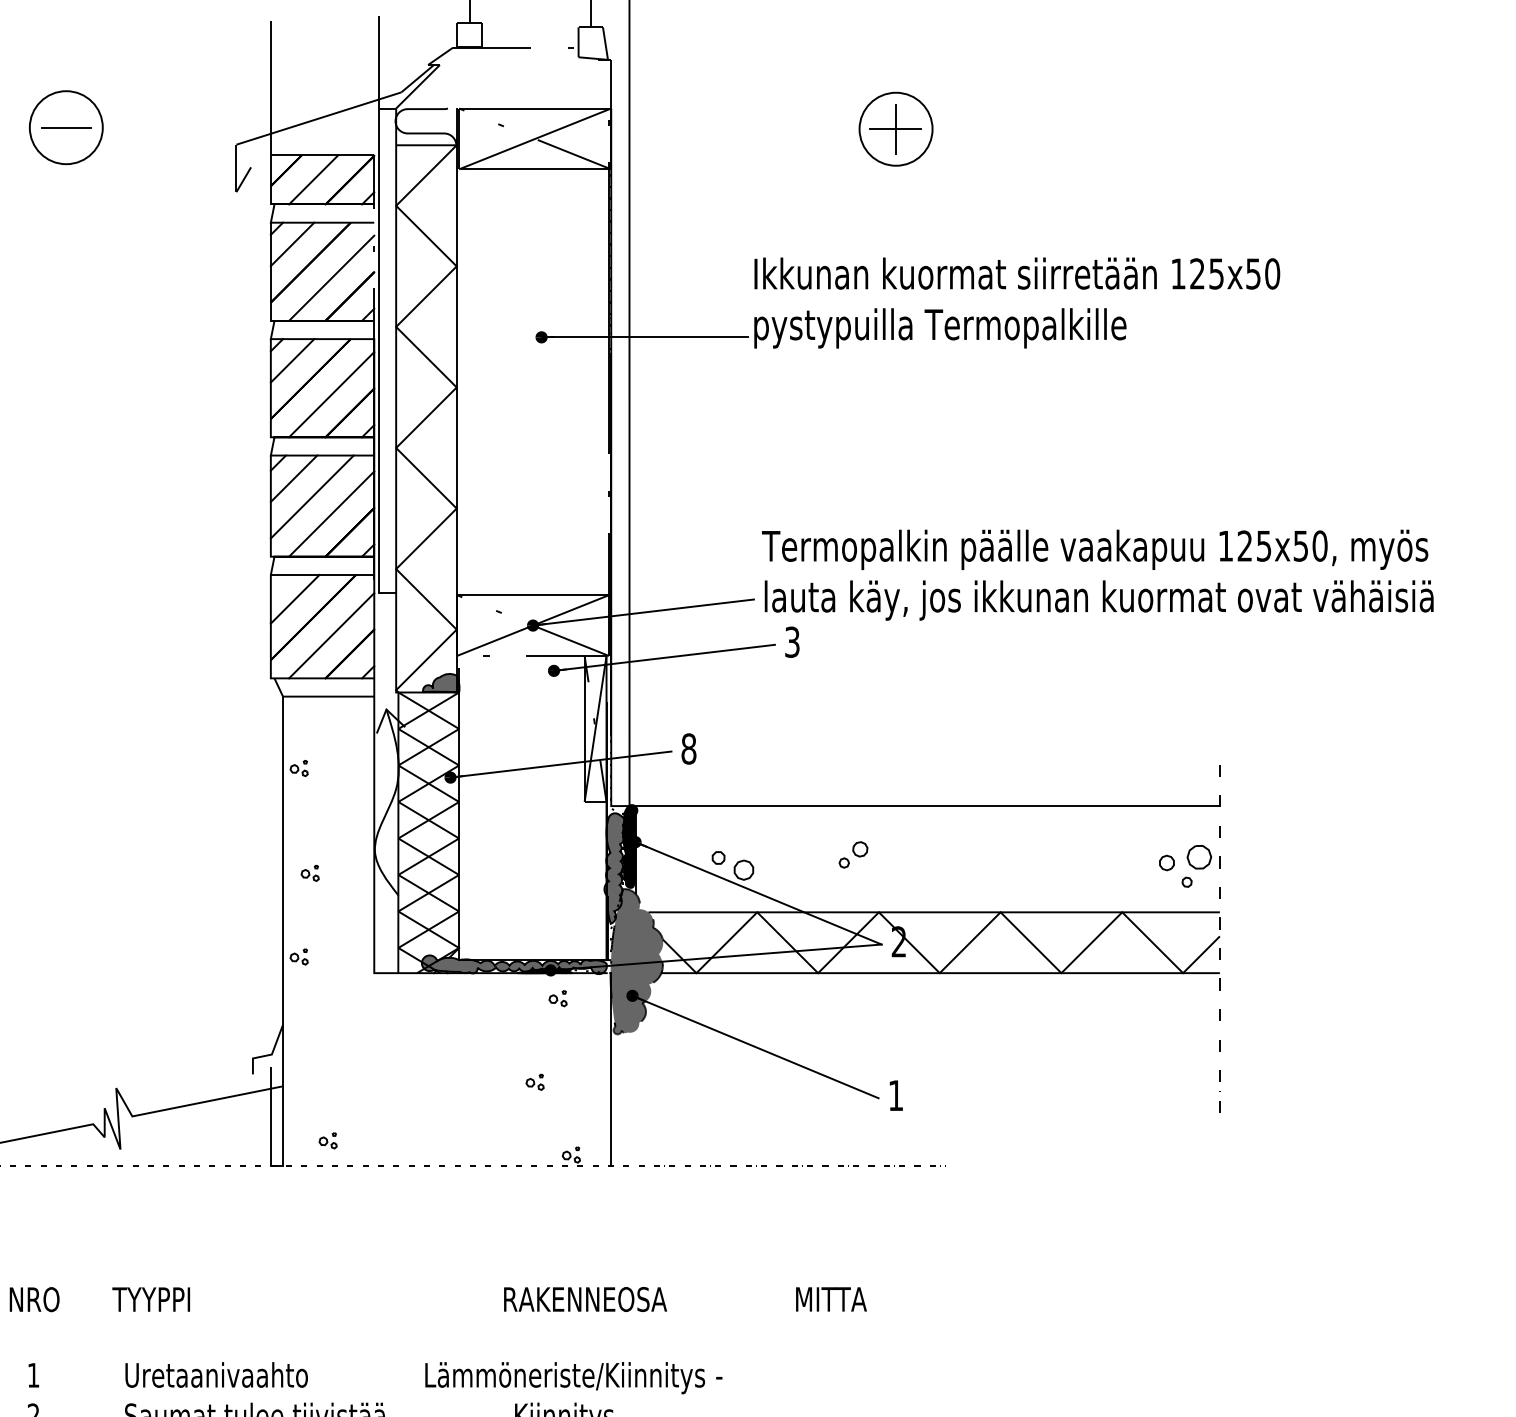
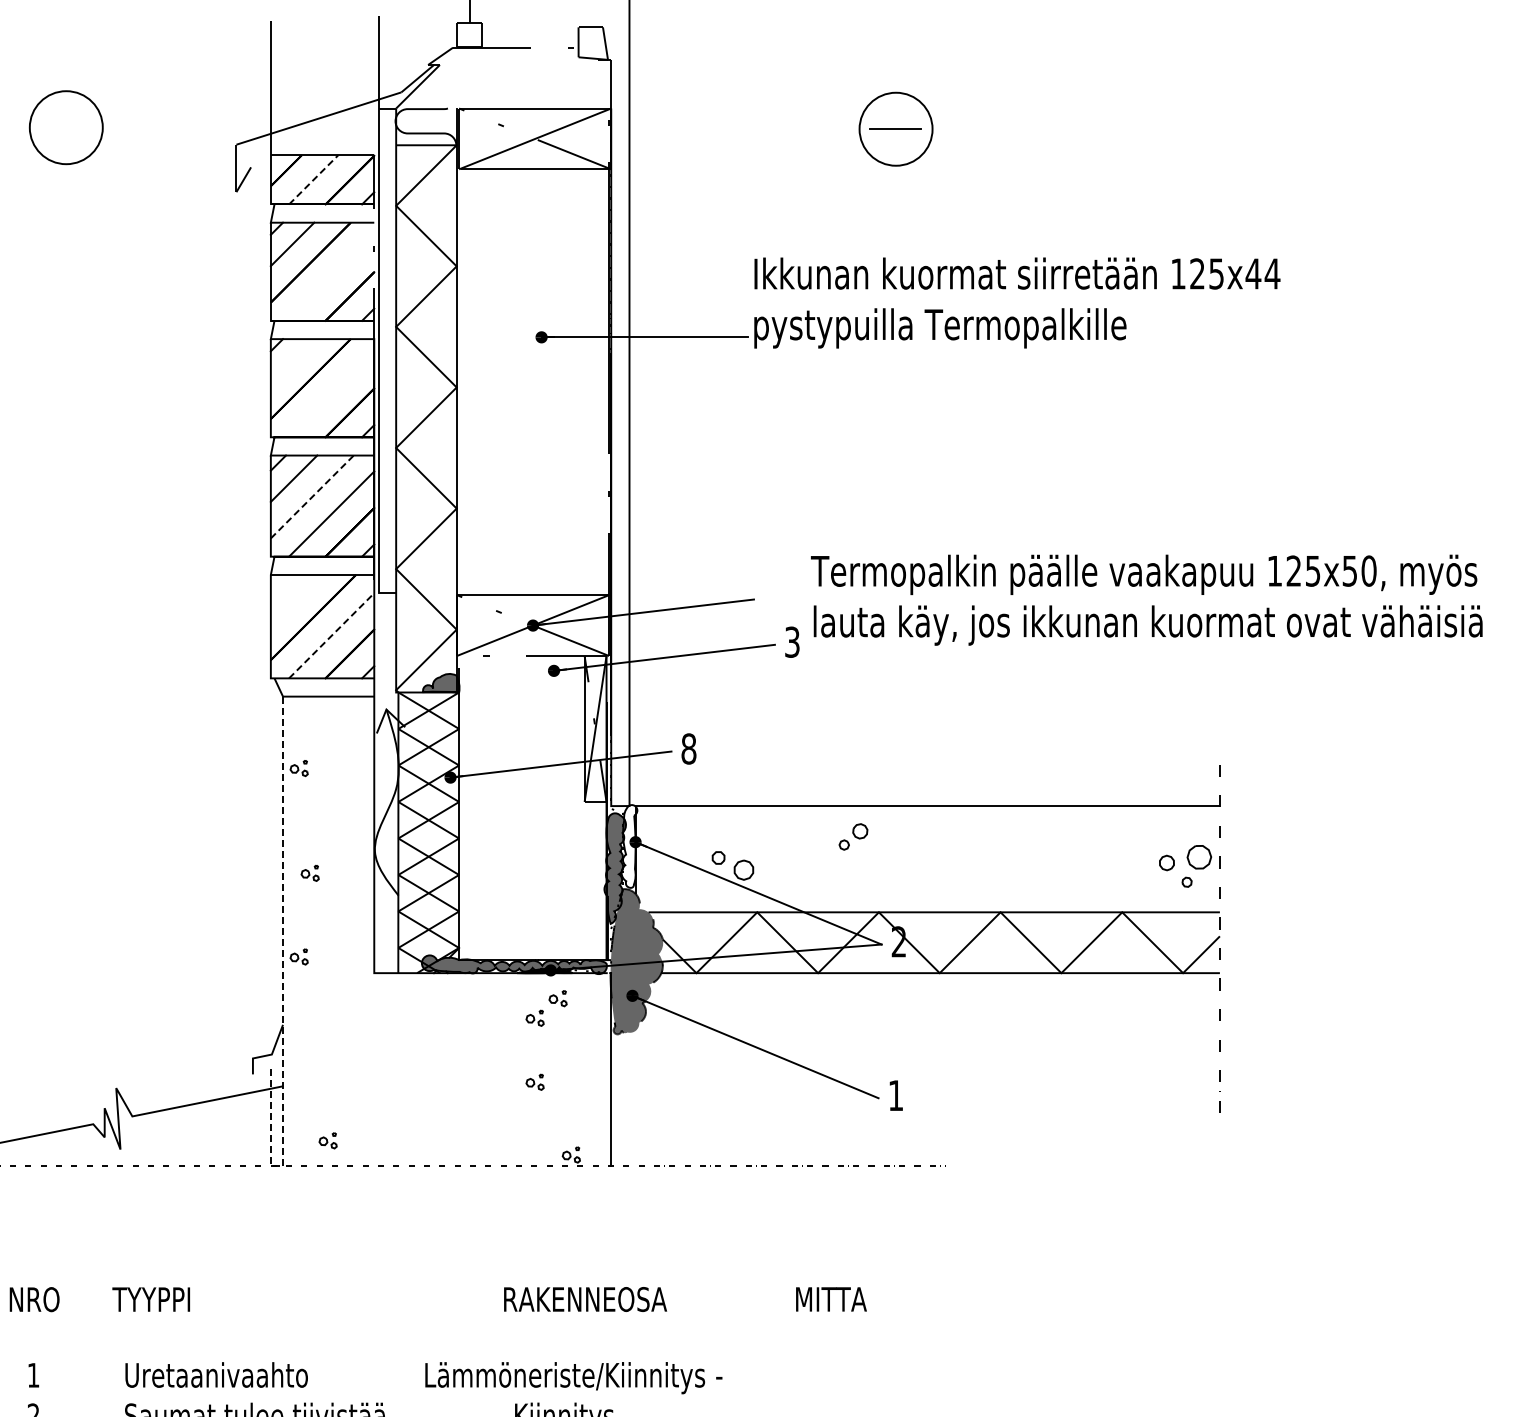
line at (590, 14): present -> none
line at (65, 127): present -> none
line at (896, 128): present -> none
line at (313, 179): solid -> dashed
text at (1262, 273): 125x50 -> 125x44
line at (331, 277): present -> none
line at (292, 360): present -> none
line at (331, 394): present -> none
line at (312, 497): solid -> dashed
text at (1097, 574) position: (1097, 574) -> (1146, 599)
line at (294, 598): present -> none
line at (332, 635): solid -> dashed
fill at (629, 846): present -> none
part at (853, 854) position: (853, 854) -> (853, 836)
line at (283, 989): solid -> dashed
part at (534, 1017): none -> present
